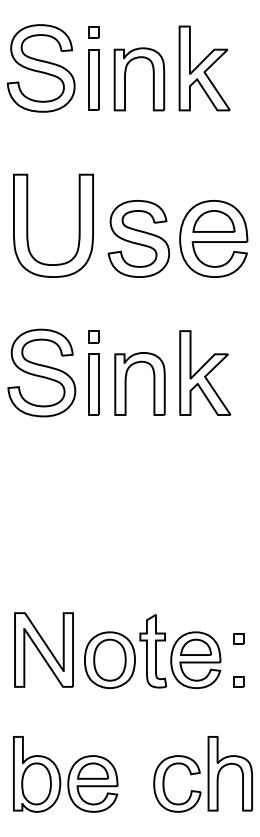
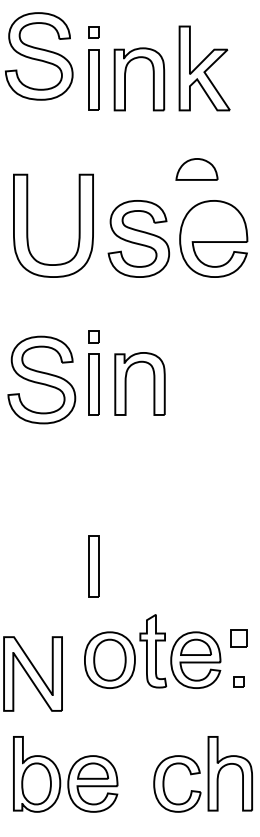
part at (41, 68) position: (41, 68) -> (39, 56)
part at (213, 221) position: (213, 221) -> (196, 169)
part at (41, 372) position: (41, 372) -> (41, 379)
part at (205, 372): present -> none
part at (93, 566): none -> present
part at (238, 638) size: 12x12 px -> 18x19 px
part at (43, 649) position: (43, 649) -> (32, 673)
